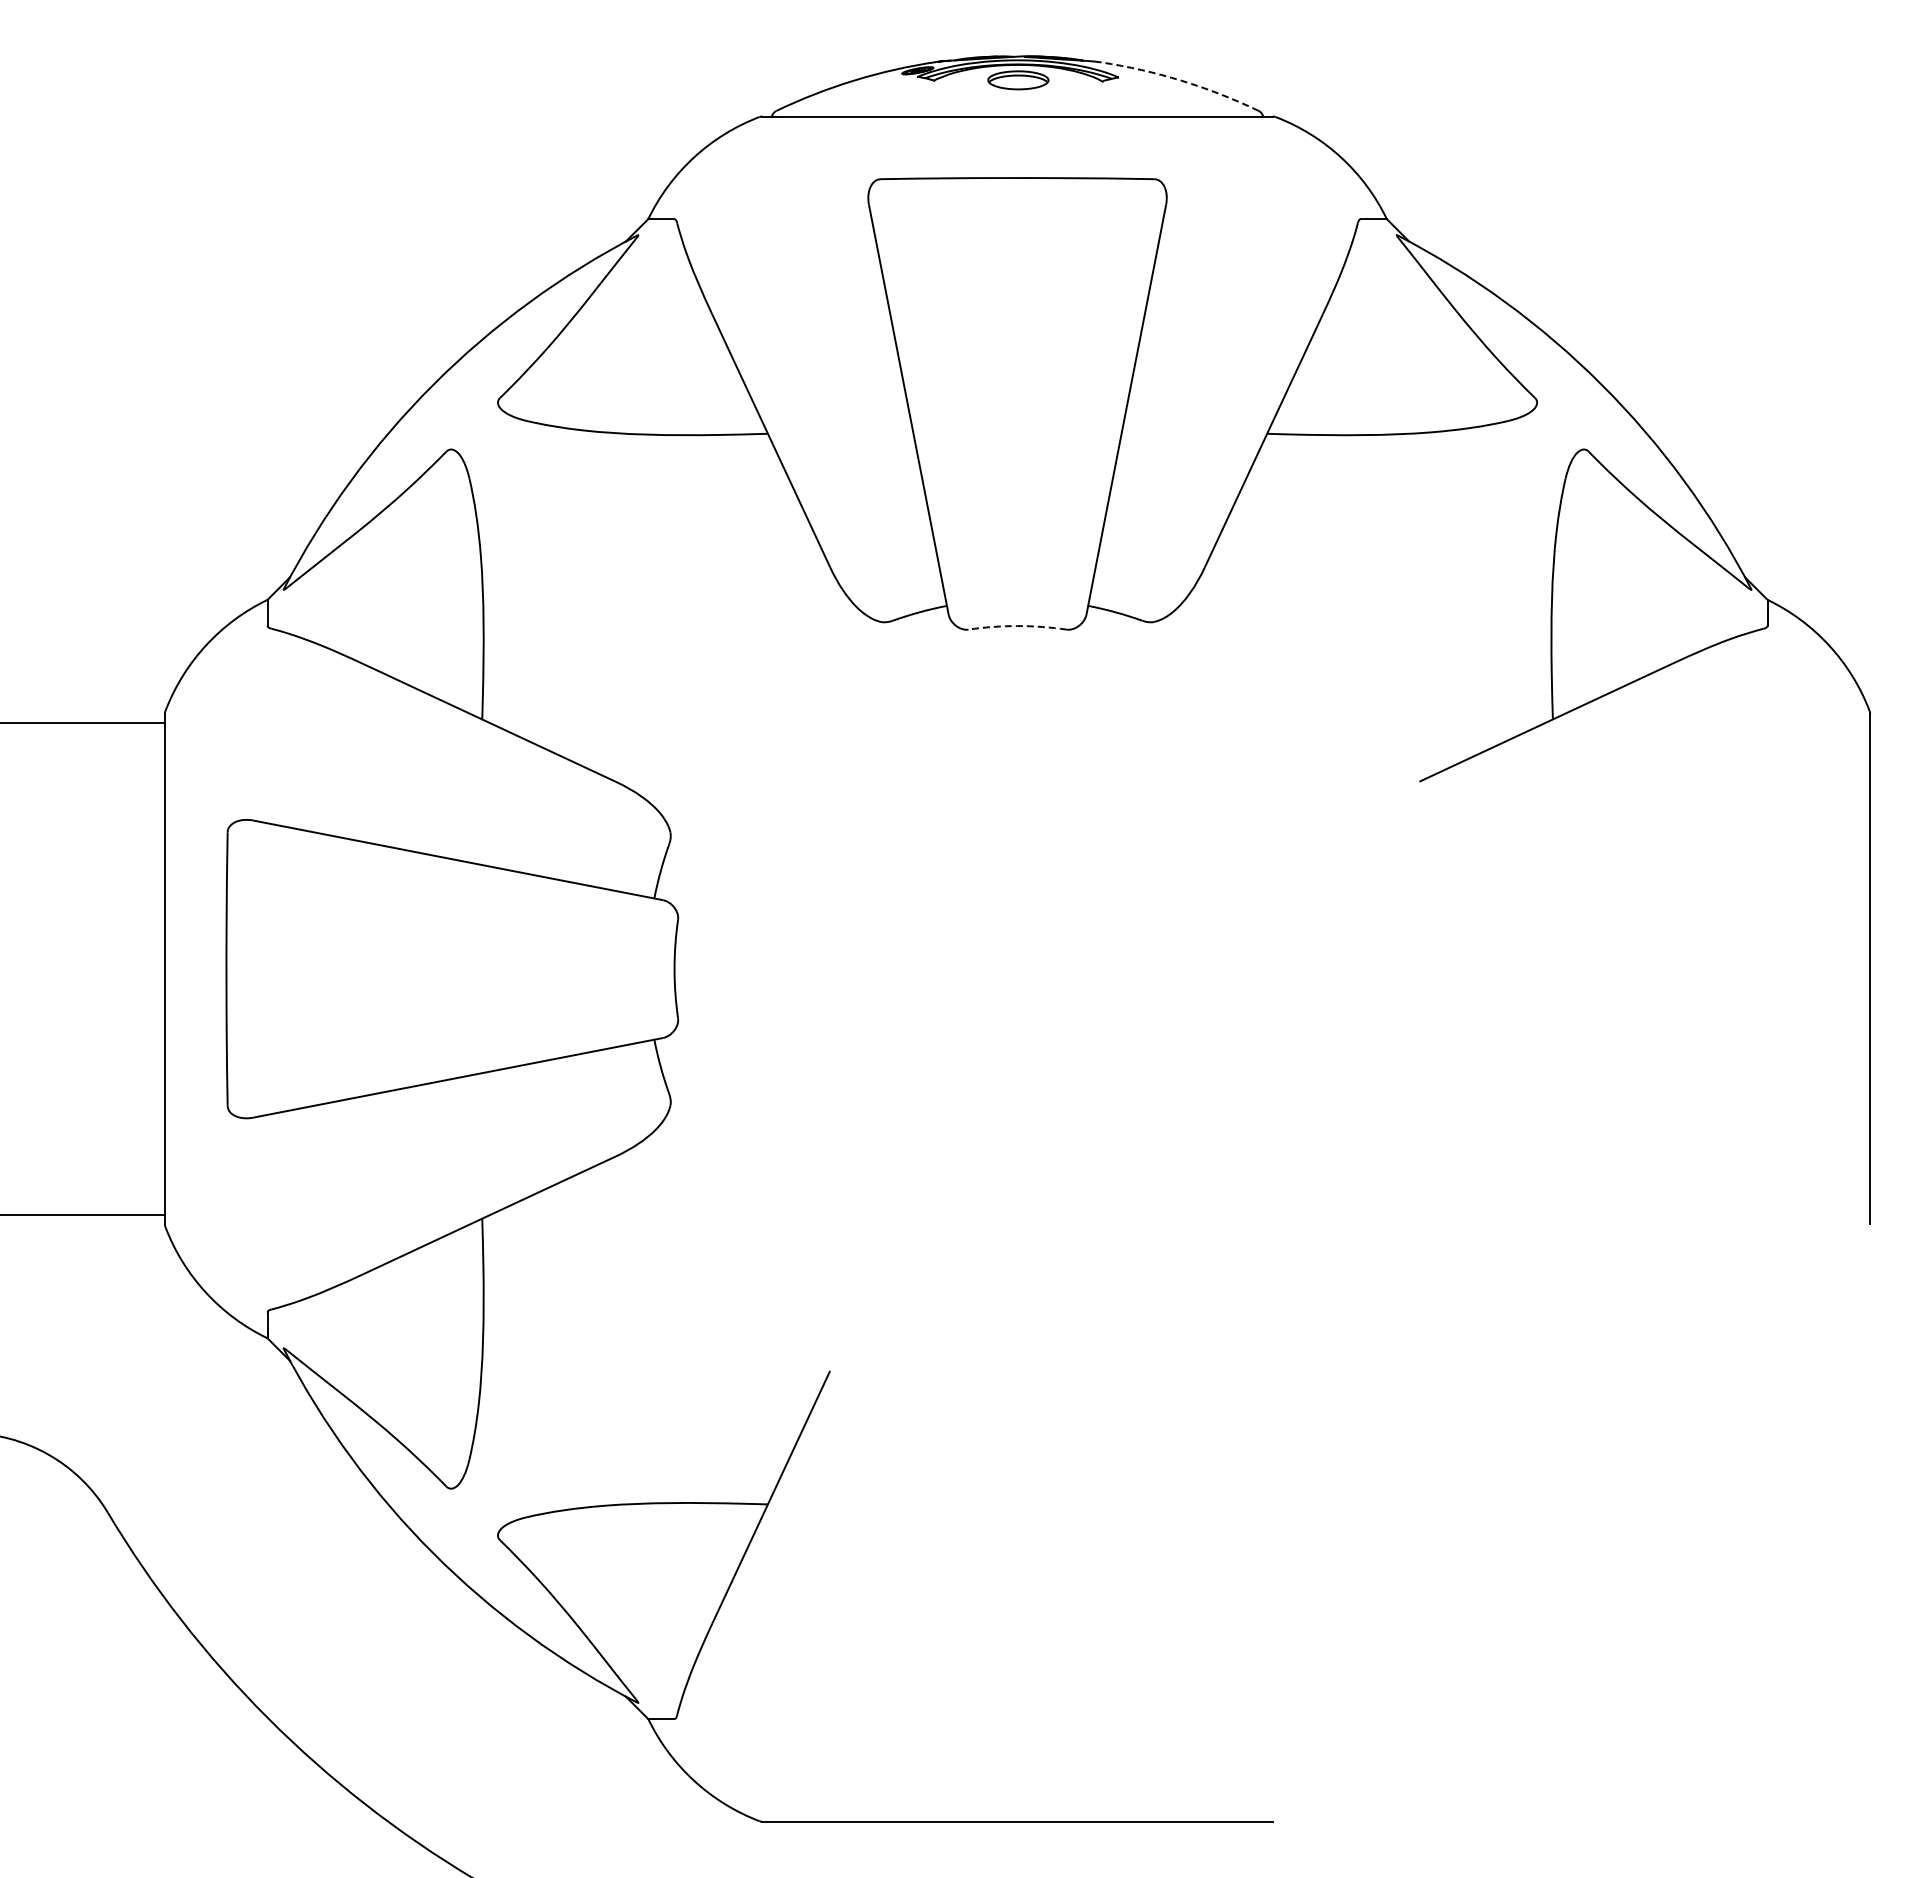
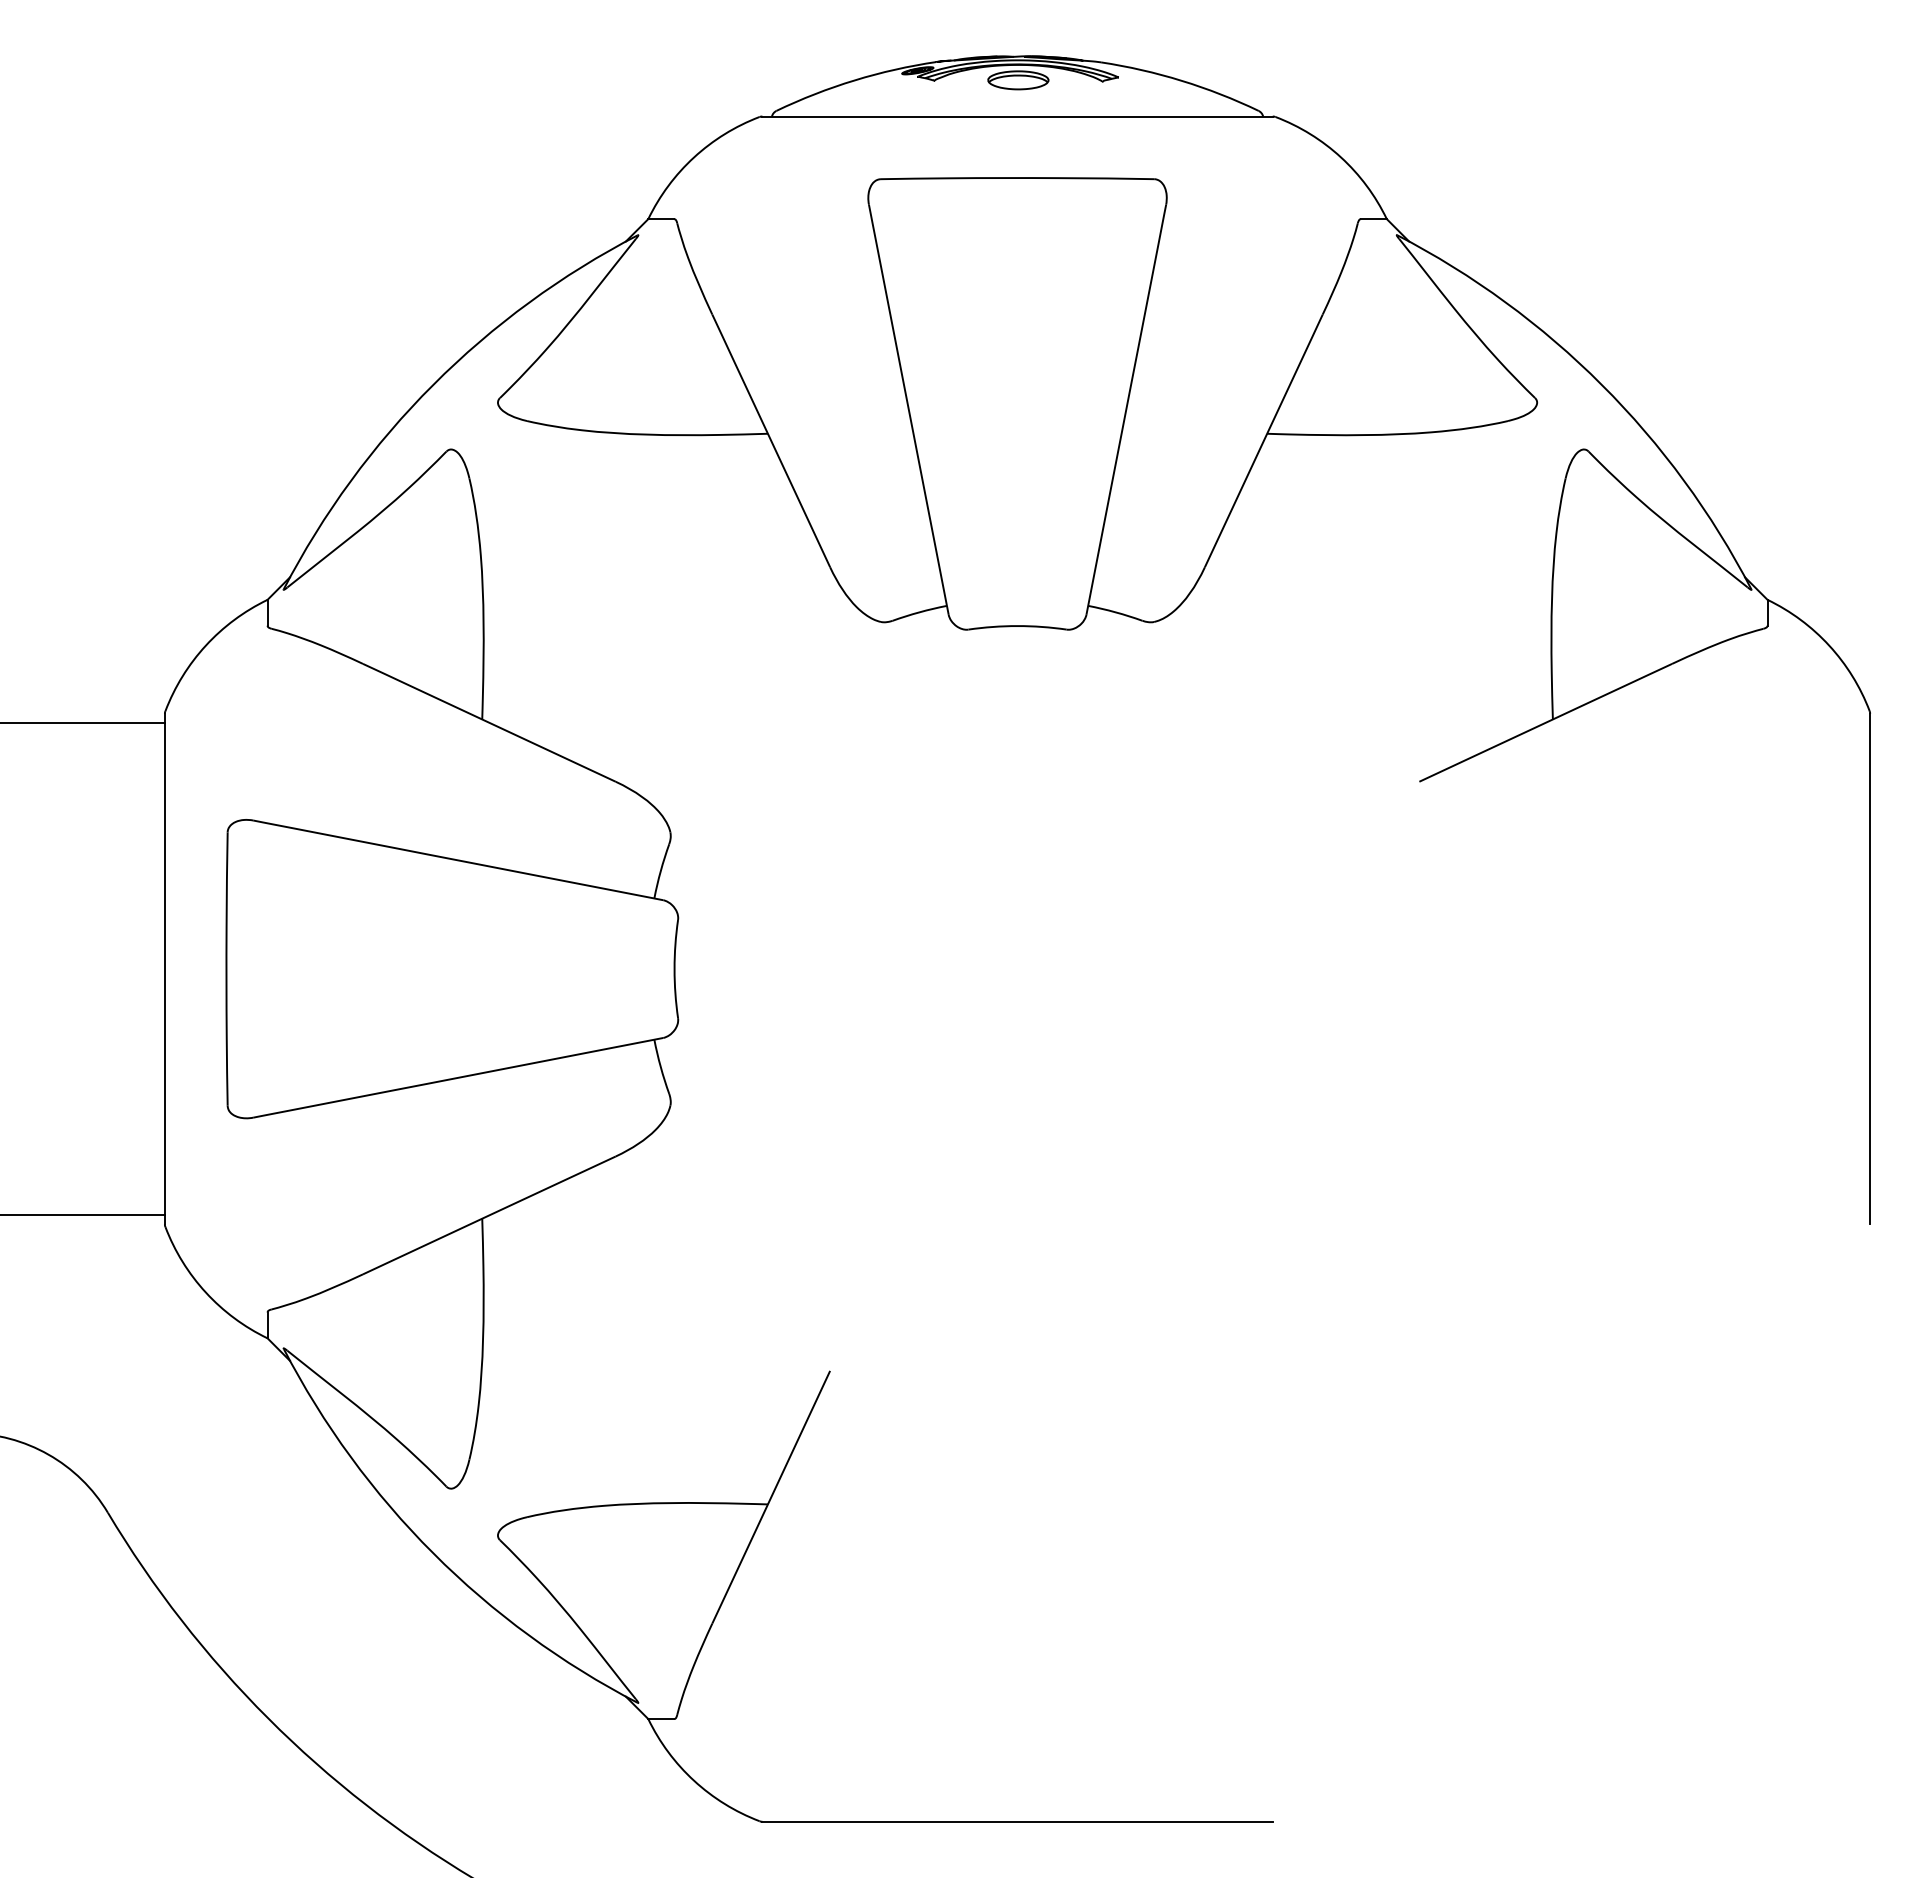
arc at (1181, 80): dashed -> solid
arc at (1017, 626): dashed -> solid
